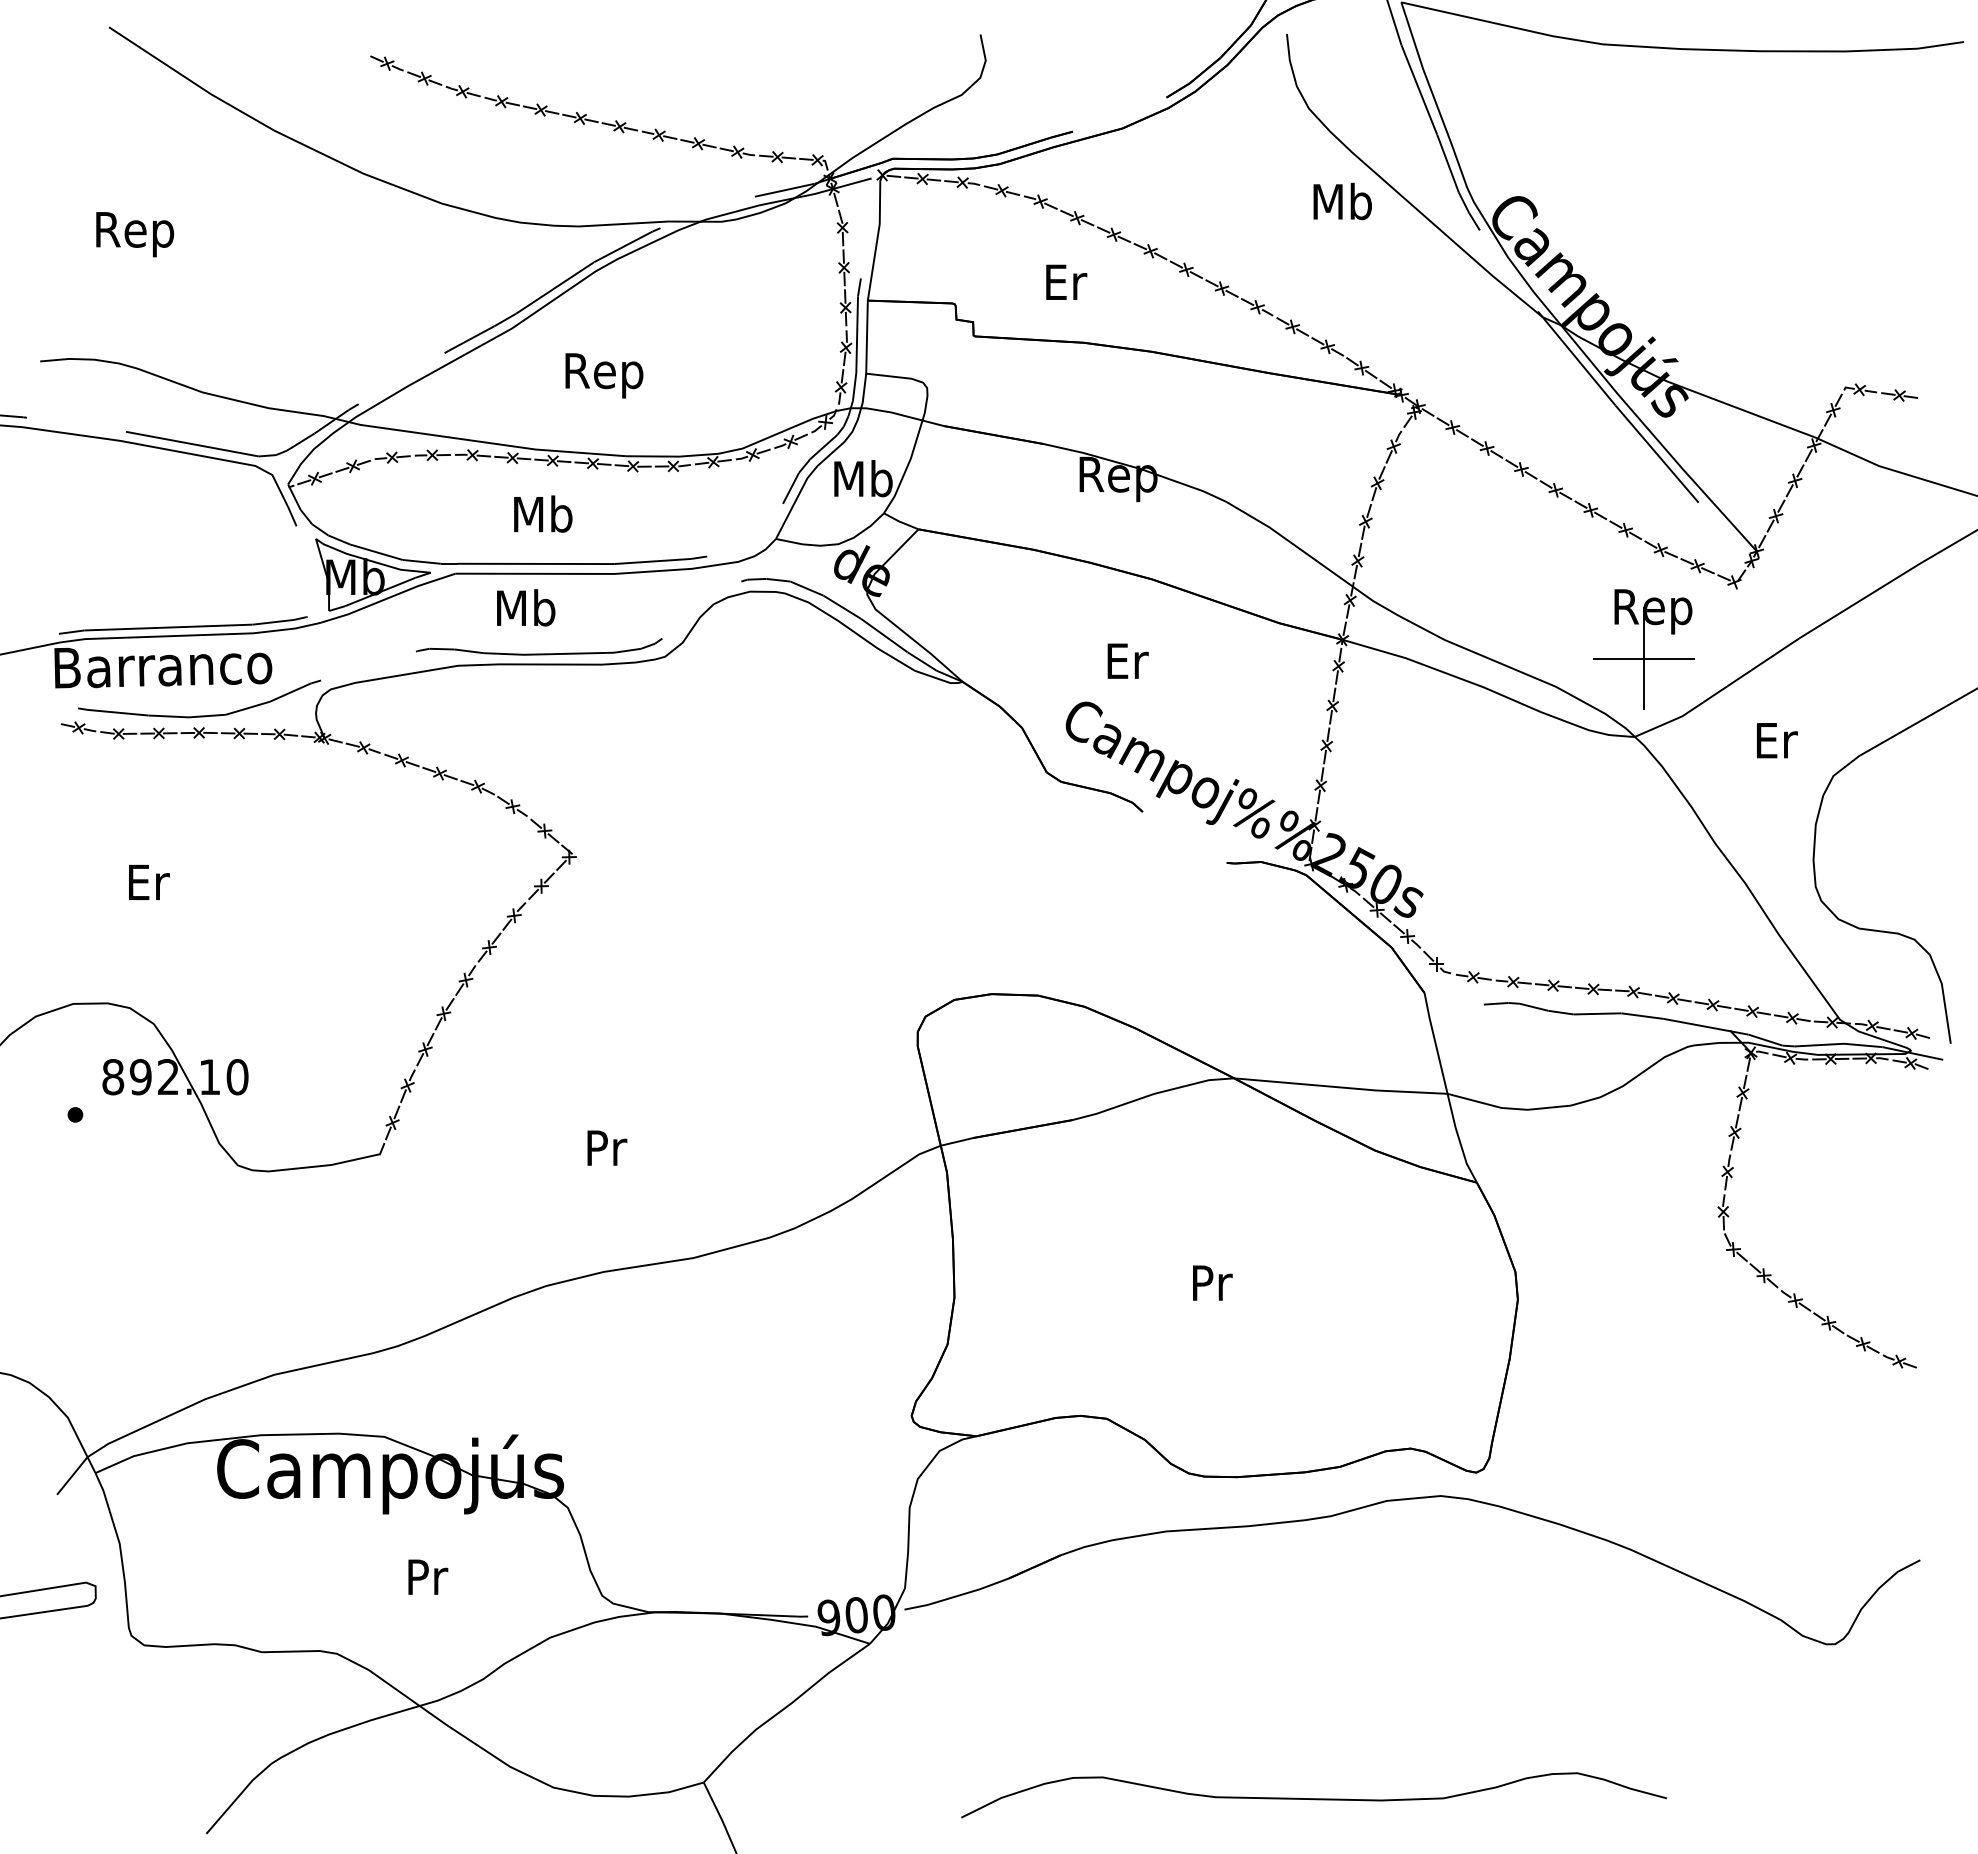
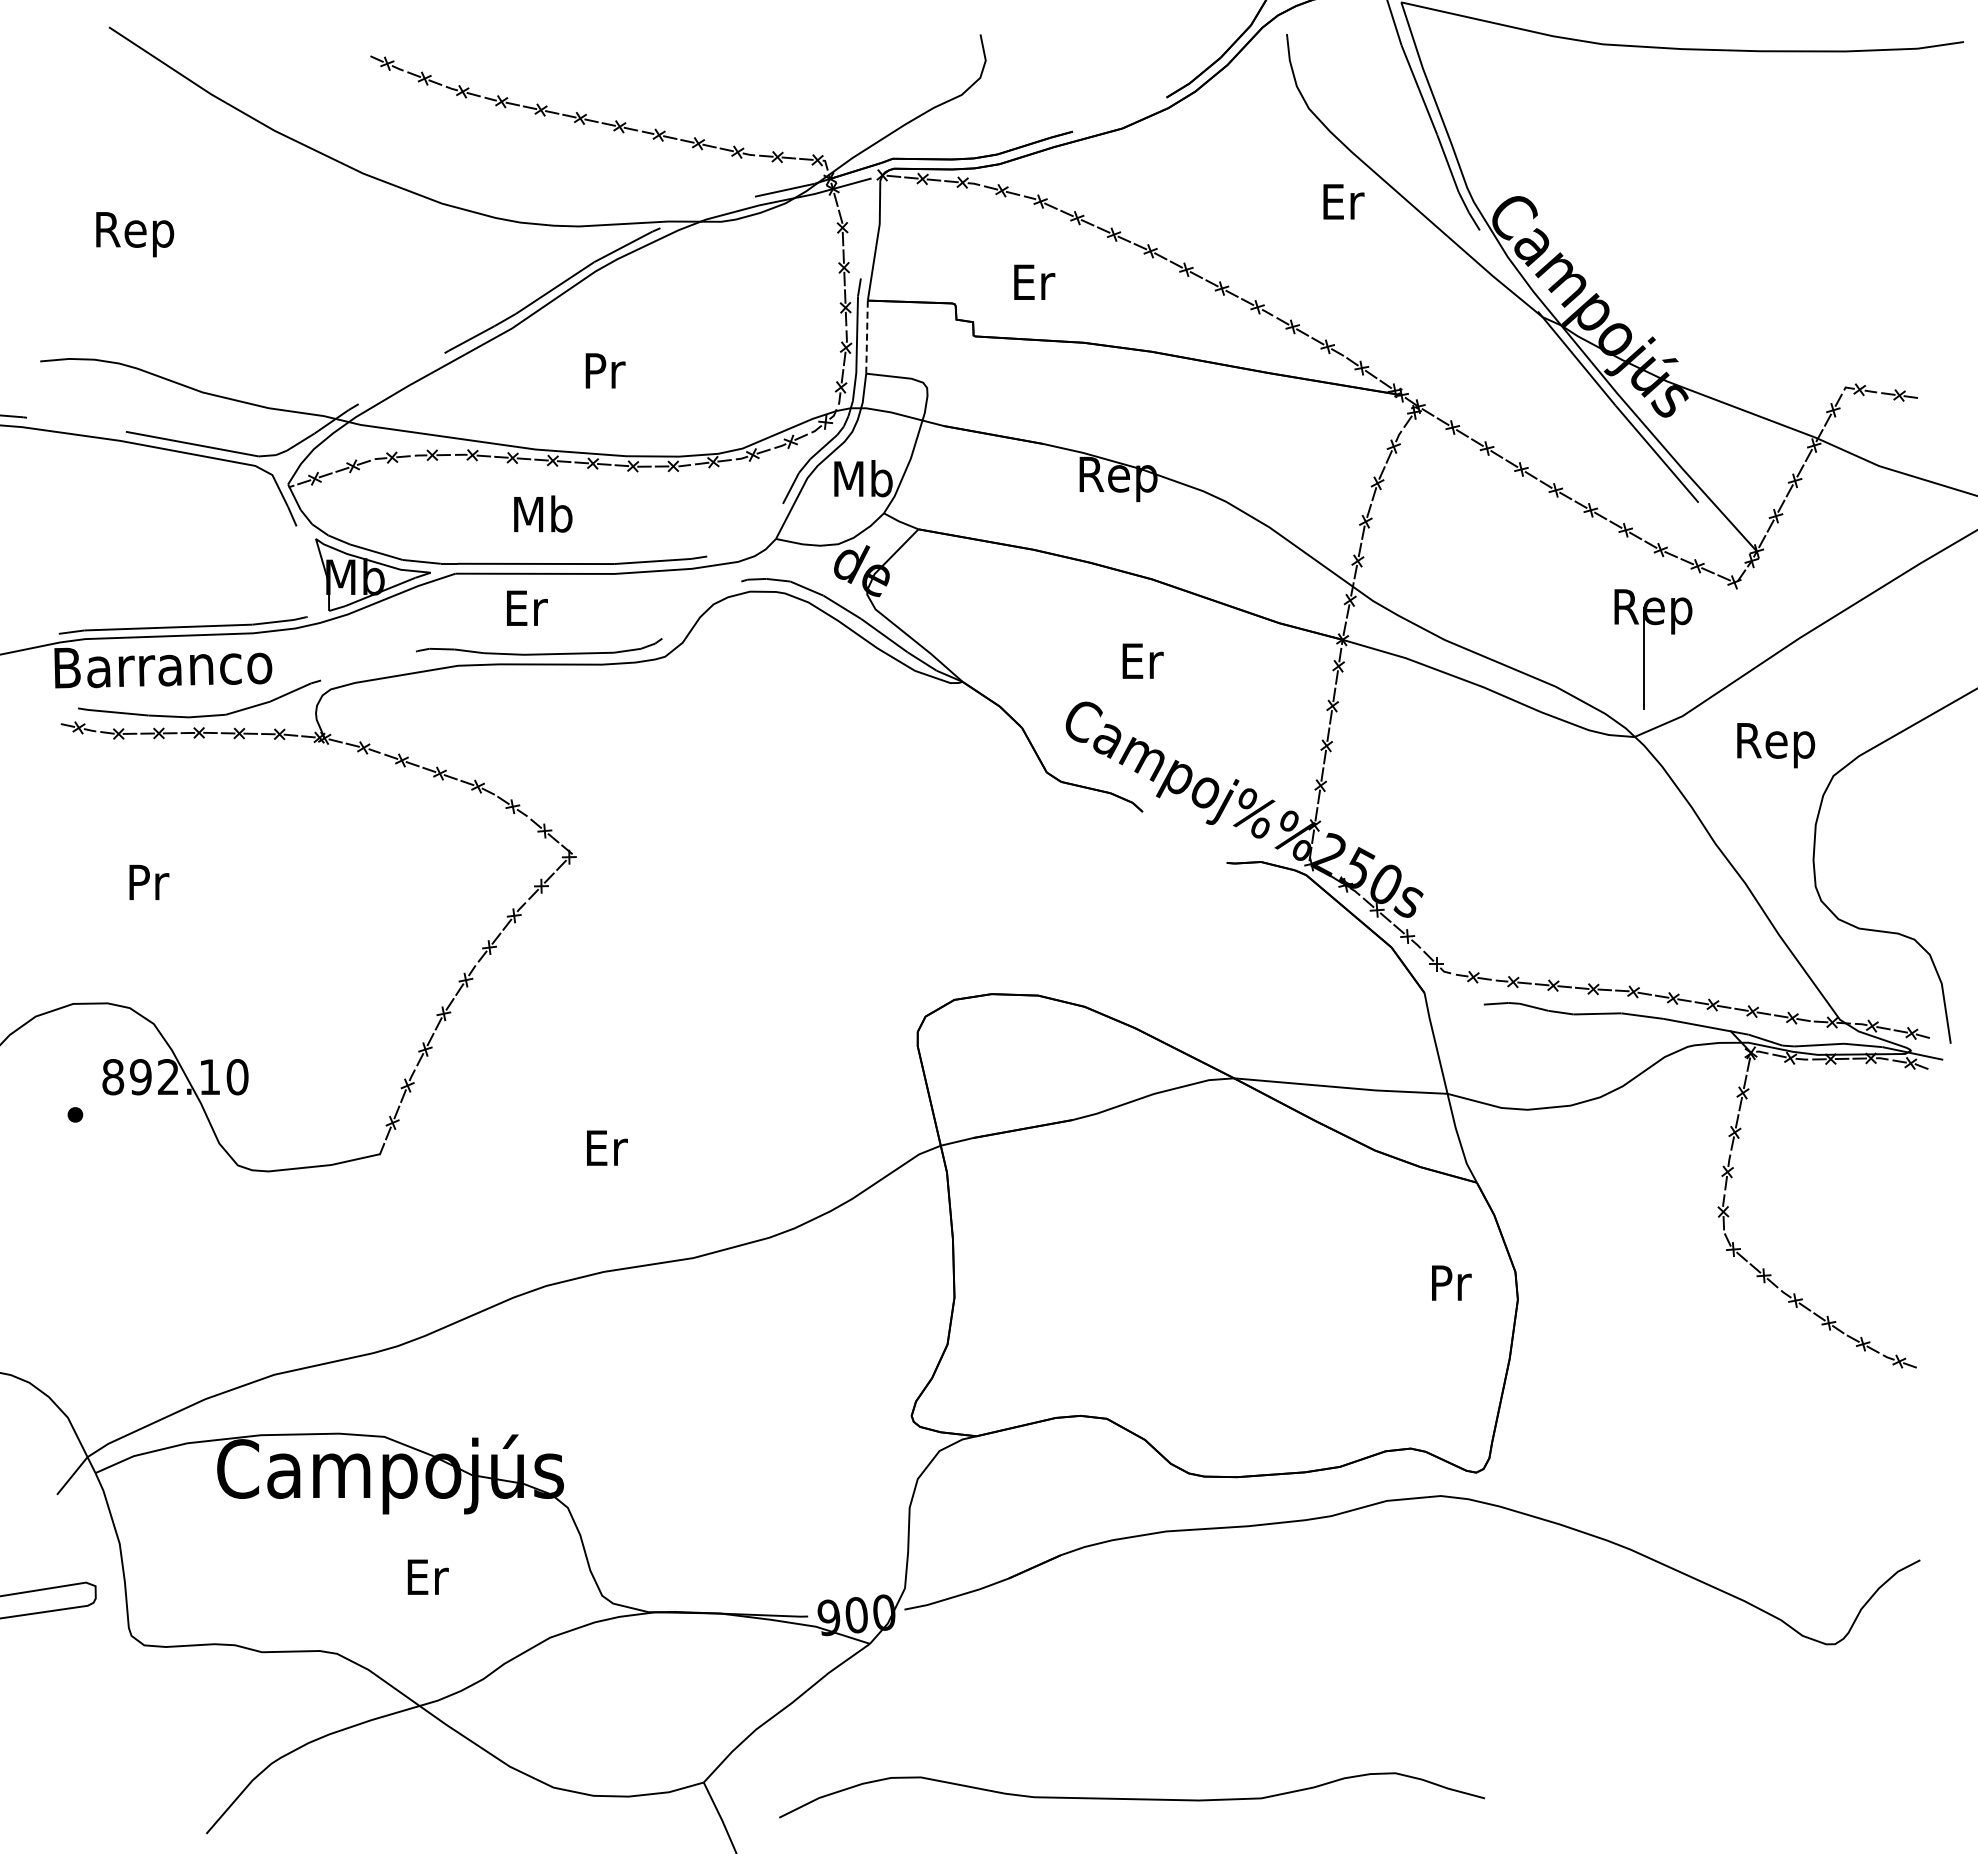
text at (1342, 201): Mb -> Er
text at (1066, 281) position: (1066, 281) -> (1034, 281)
line at (867, 337): solid -> dashed
text at (604, 375): Rep -> Pr
text at (526, 607): Mb -> Er
line at (1643, 658): present -> none
text at (1127, 660) position: (1127, 660) -> (1142, 660)
text at (1776, 745): Er -> Rep
text at (149, 882): Er -> Pr
text at (607, 1147): Pr -> Er
text at (1212, 1282) position: (1212, 1282) -> (1451, 1282)
text at (427, 1576): Pr -> Er
curve at (1313, 1798) position: (1313, 1798) -> (1131, 1798)
